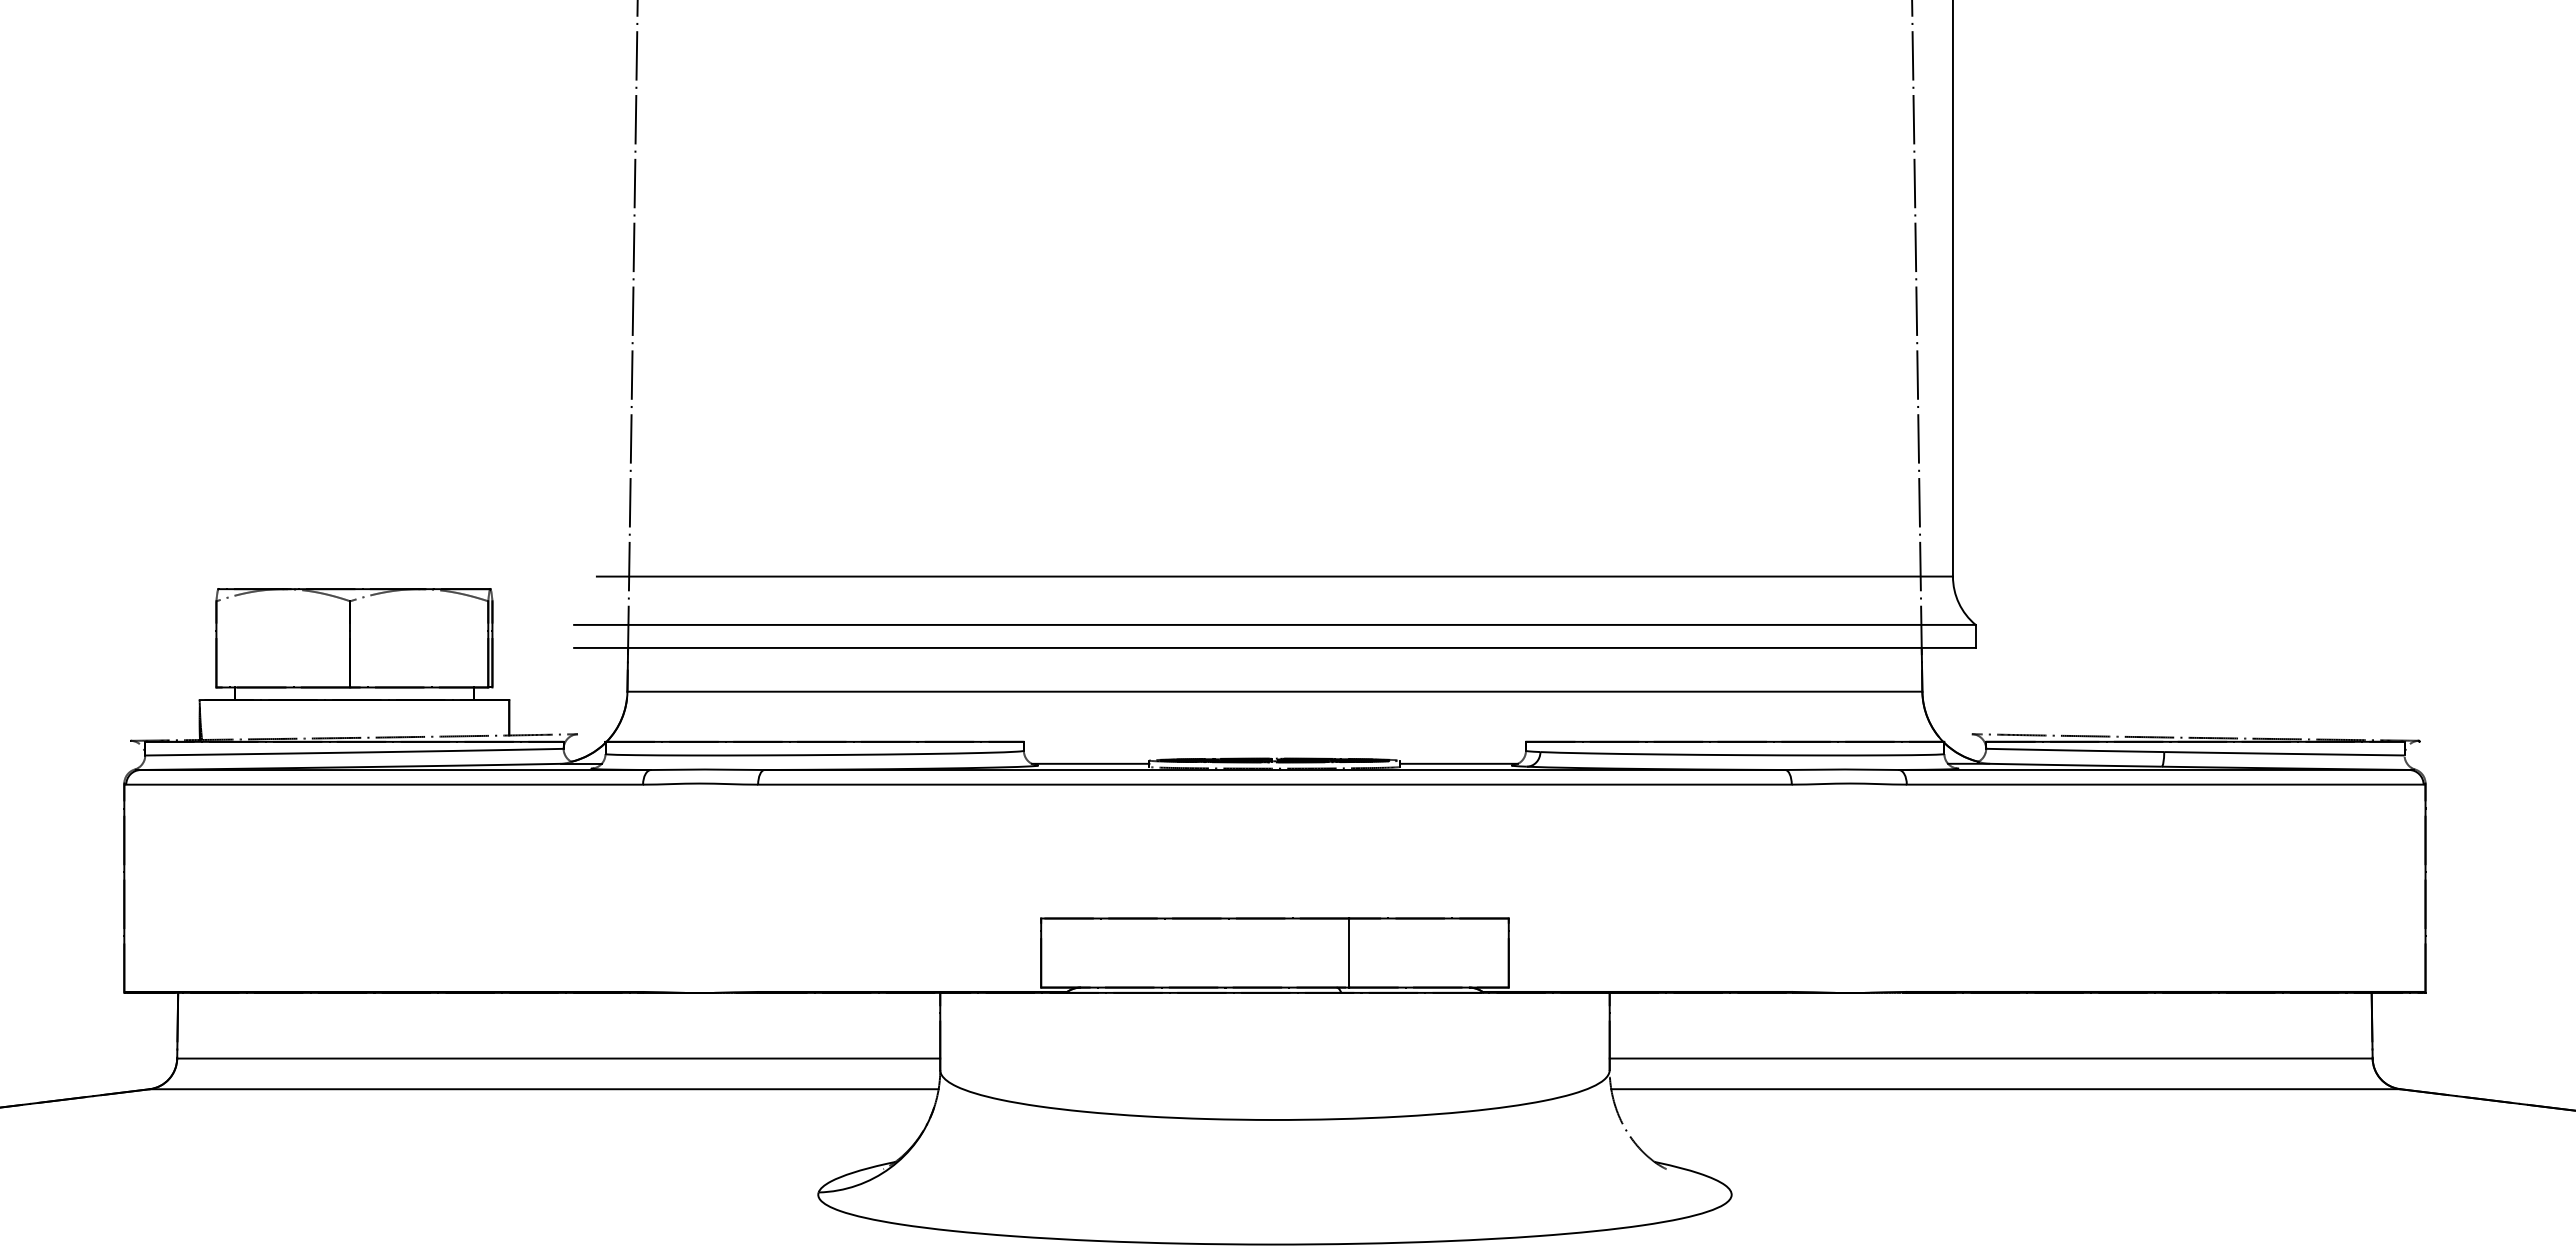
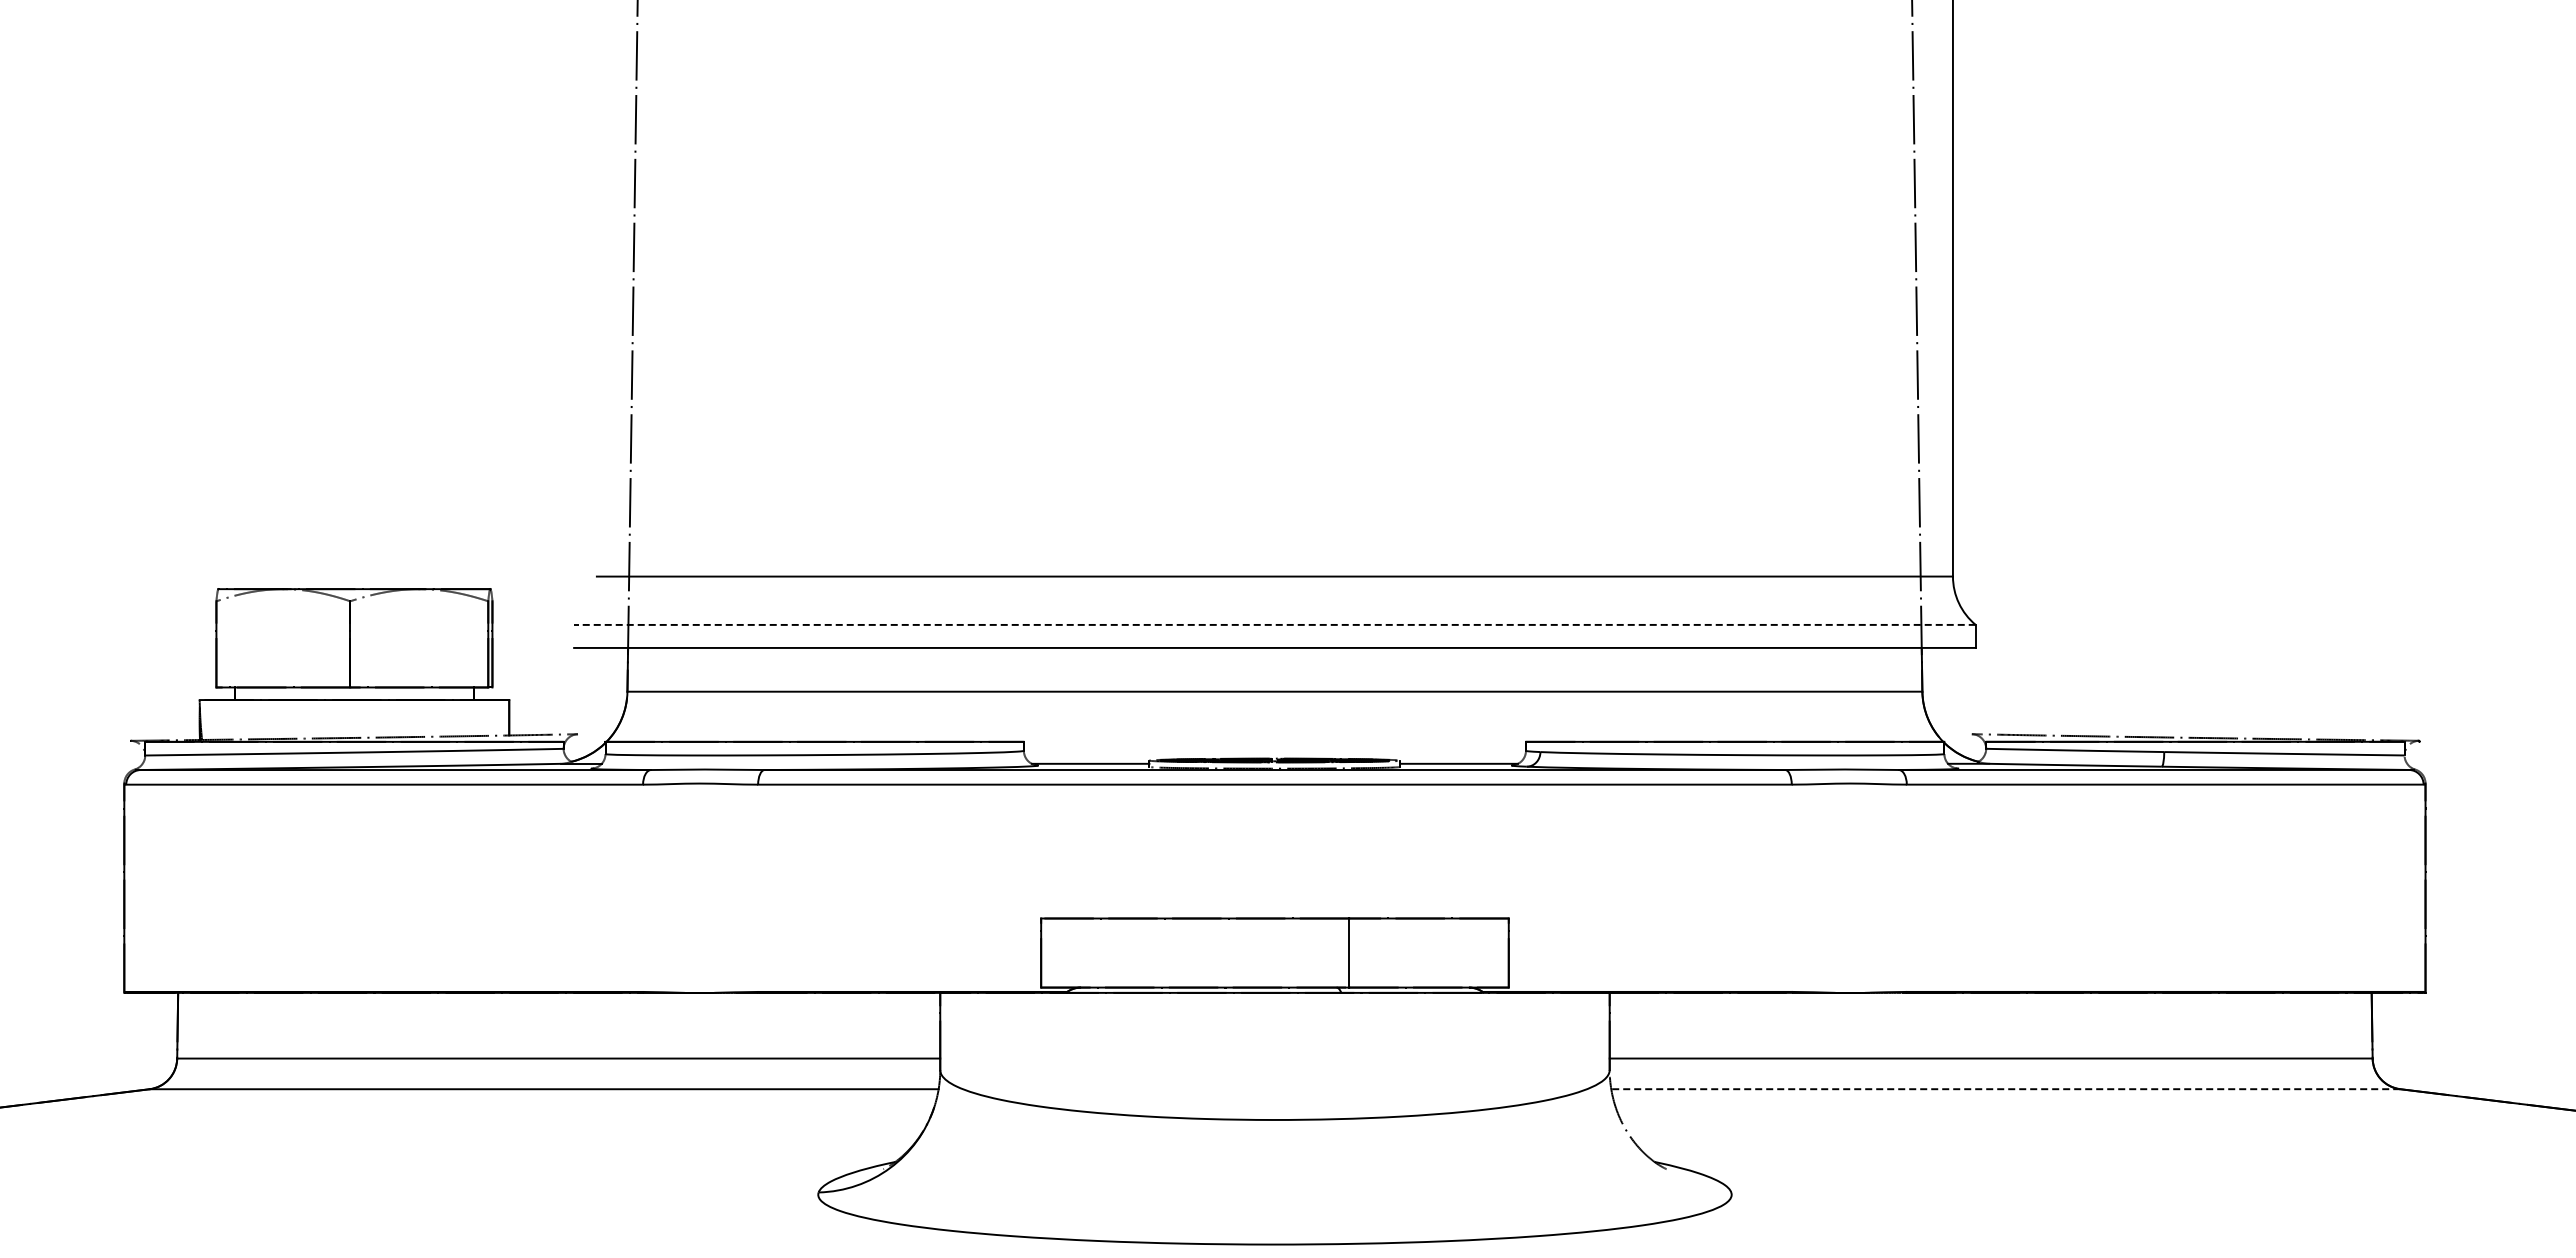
line at (1274, 624): solid -> dashed
line at (2005, 1089): solid -> dashed
